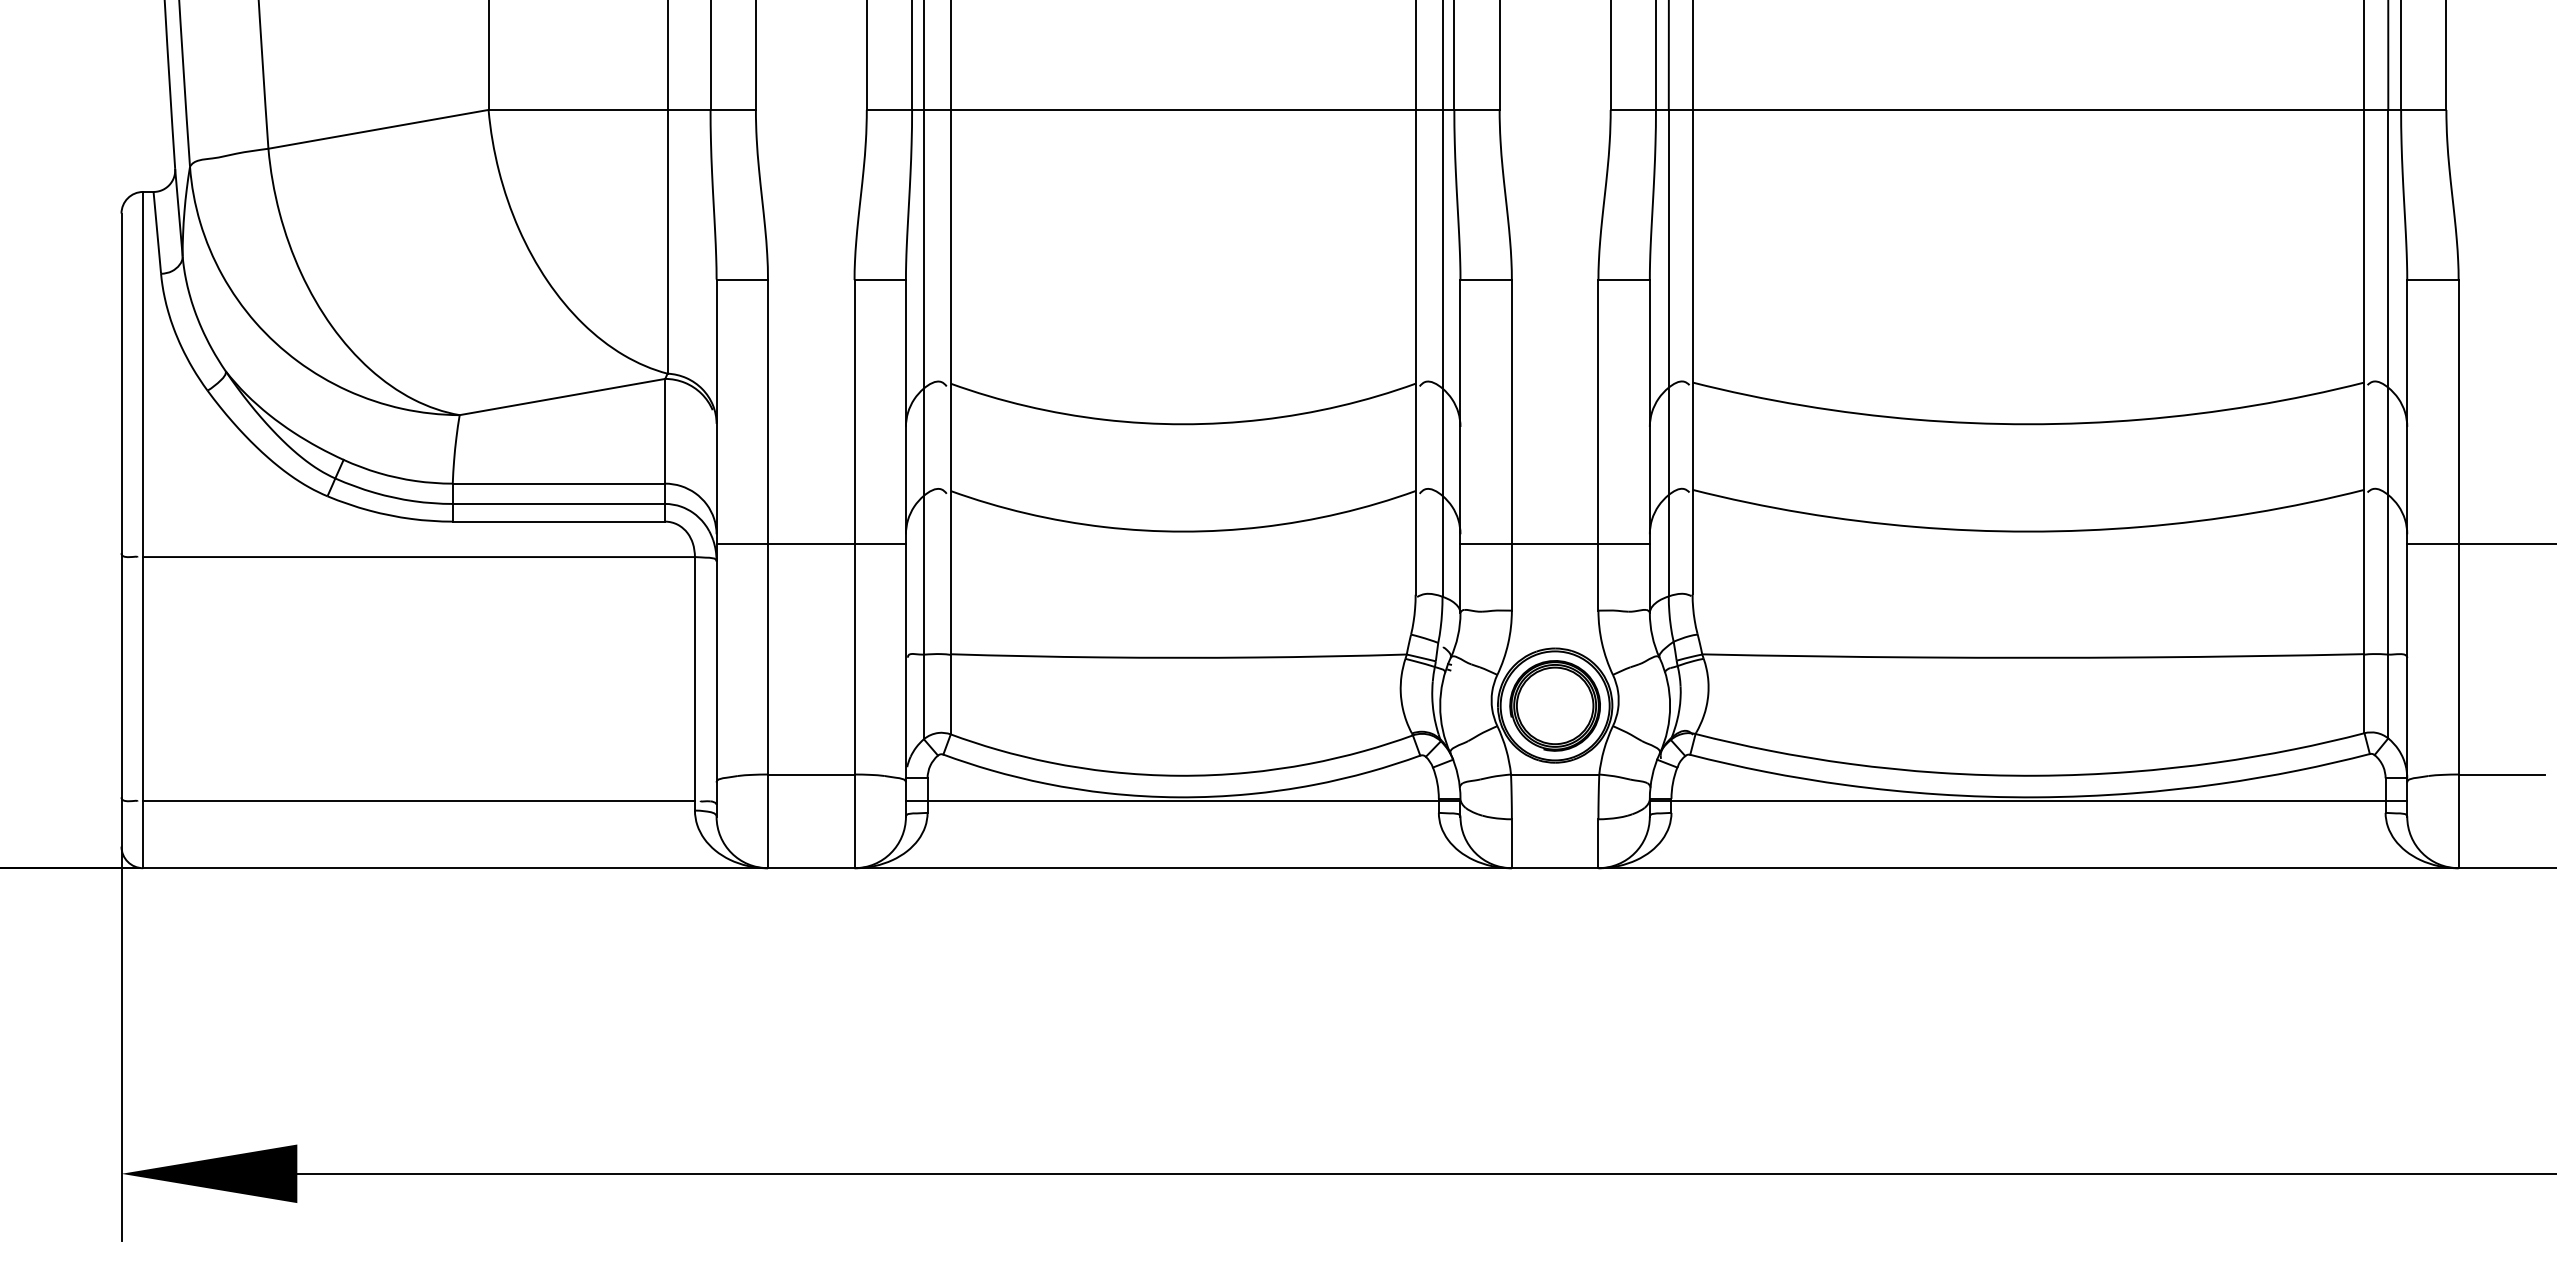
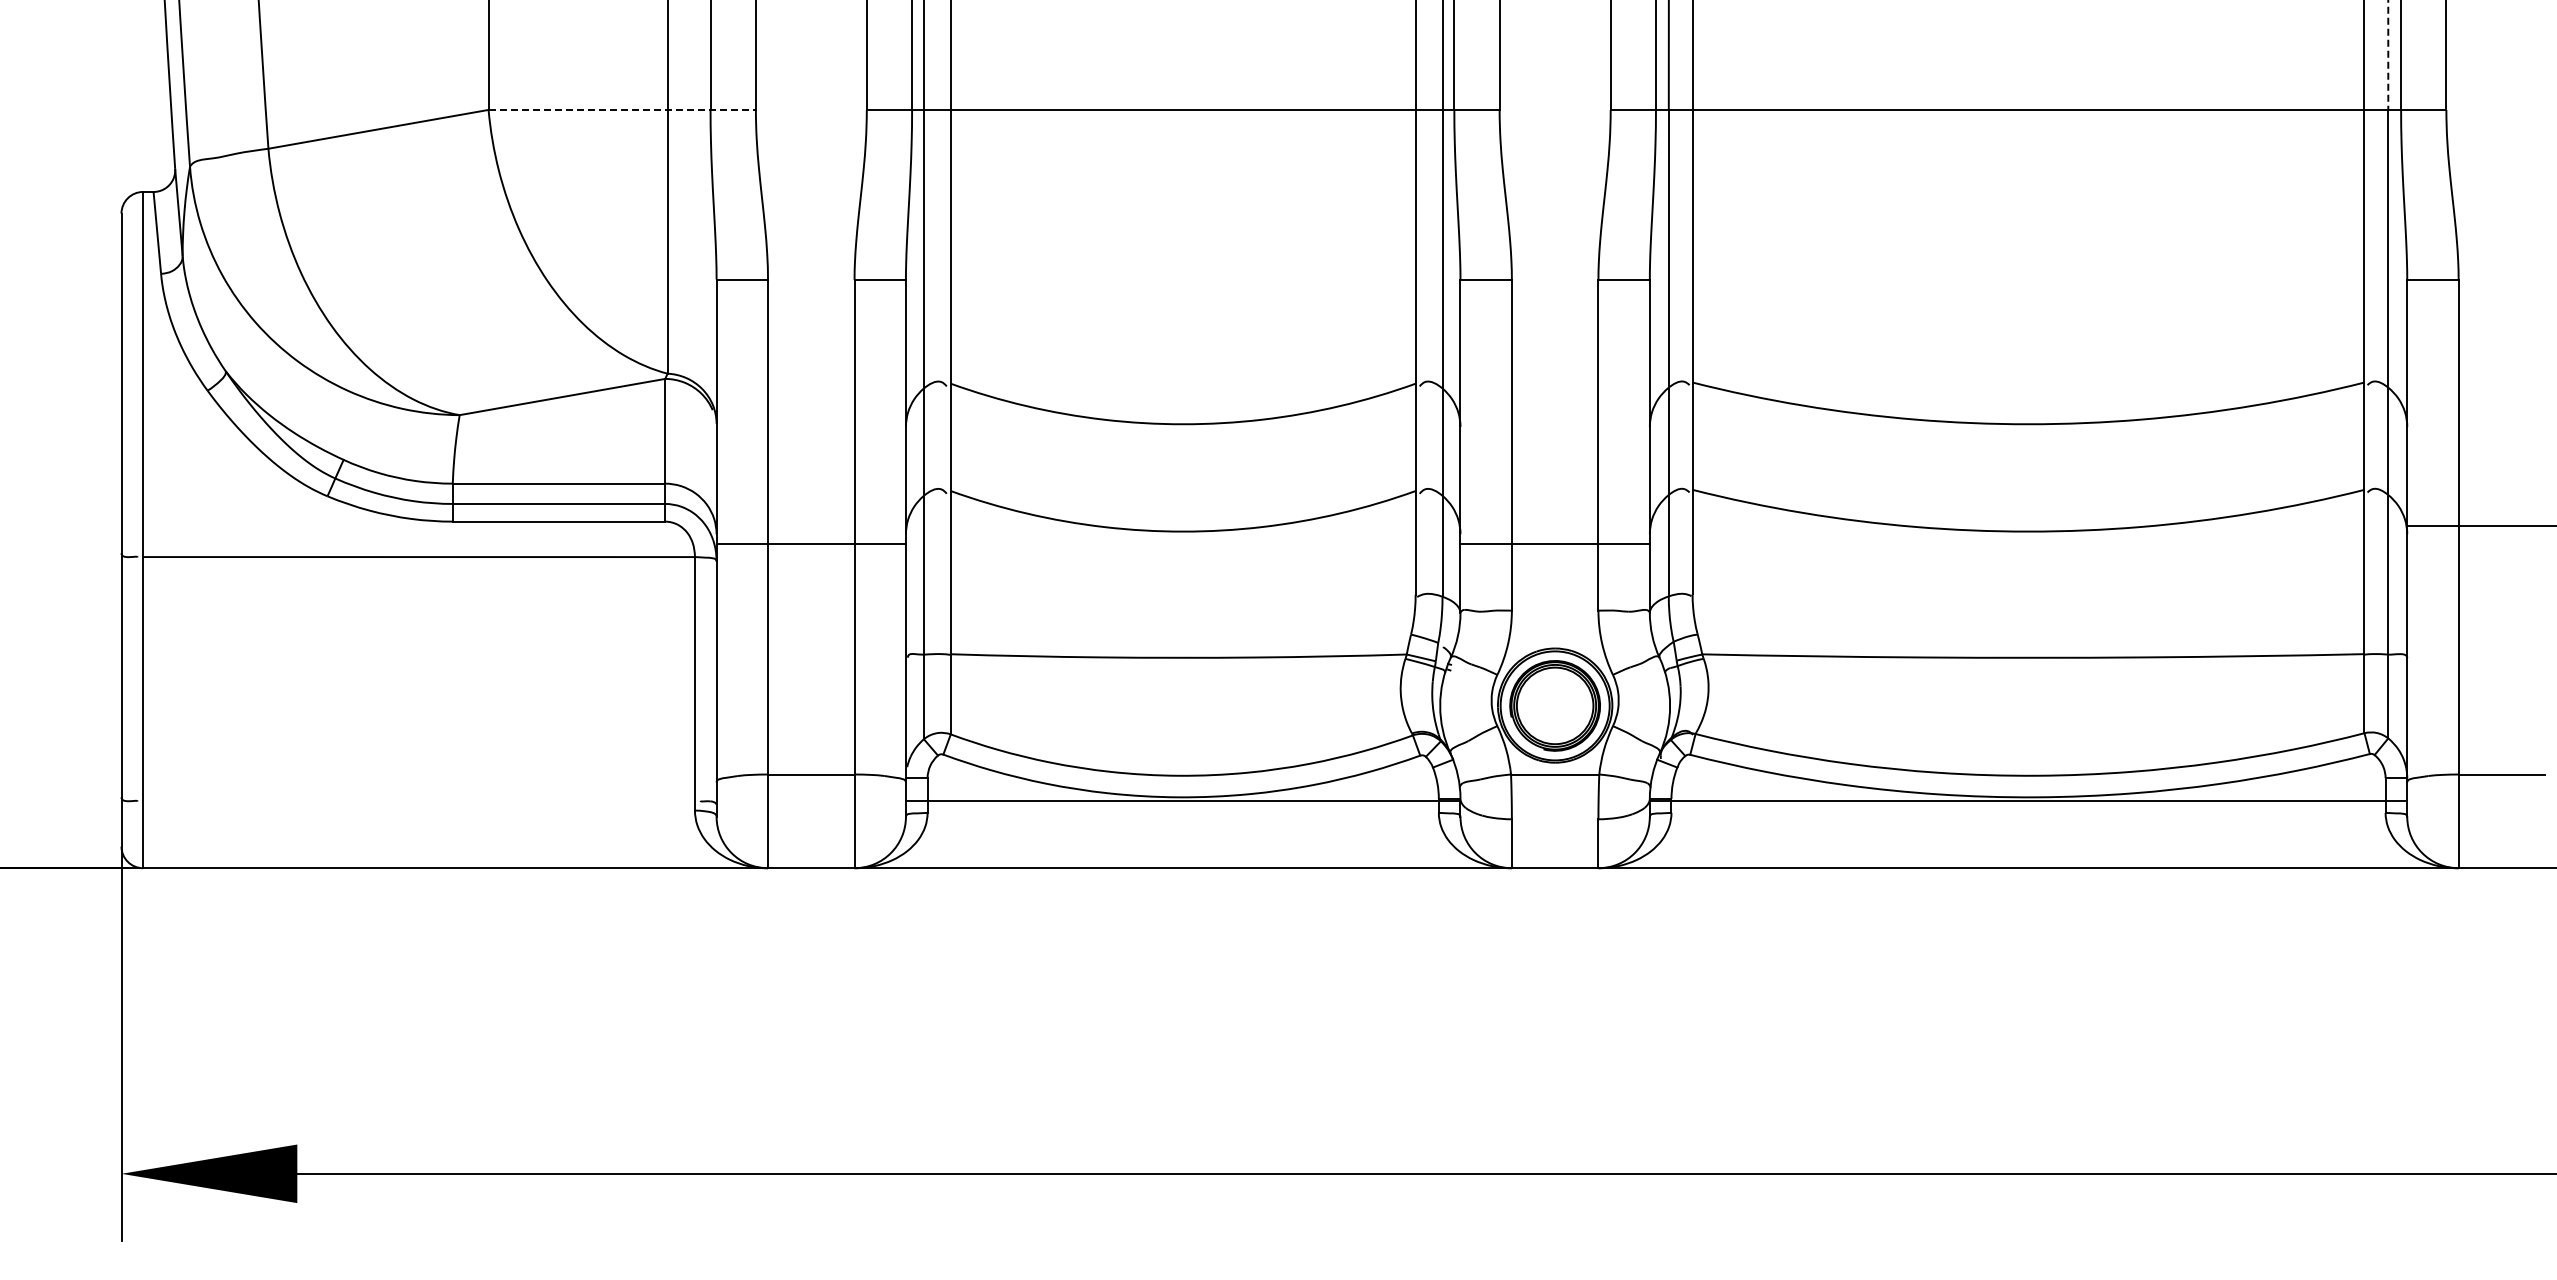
line at (2388, 54): solid -> dashed
line at (622, 109): solid -> dashed
line at (2480, 544) position: (2480, 544) -> (2480, 526)
line at (418, 801): present -> none
